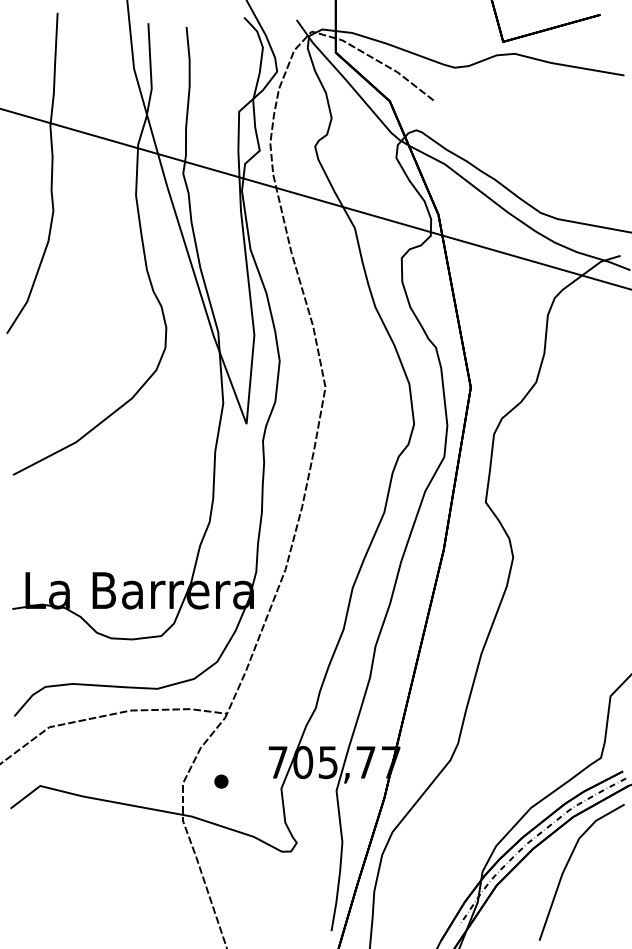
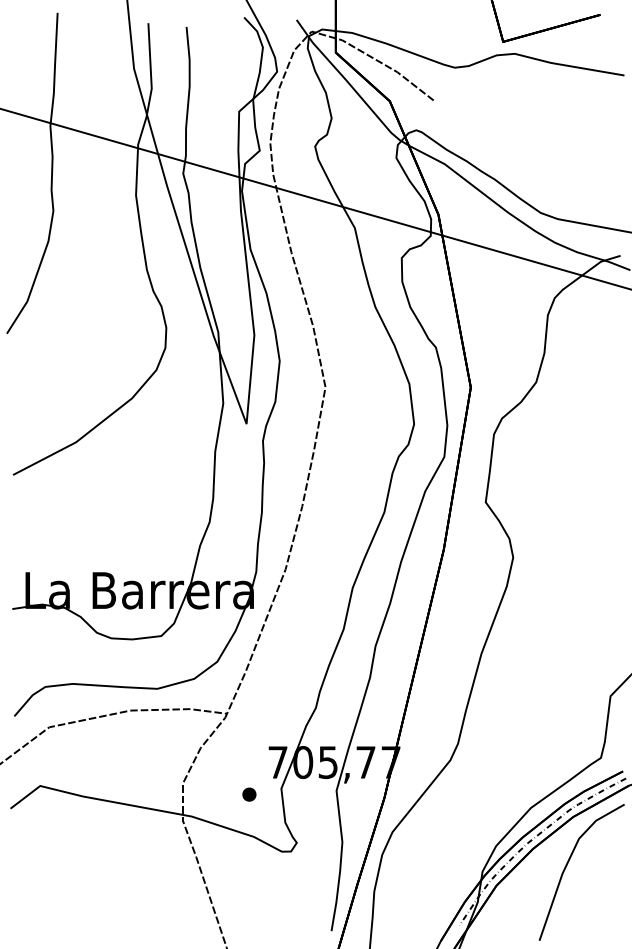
part at (221, 781) position: (221, 781) -> (249, 794)
